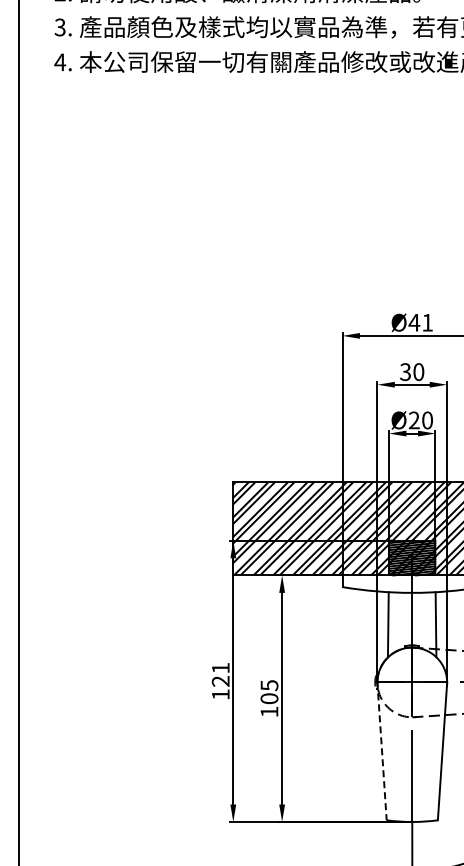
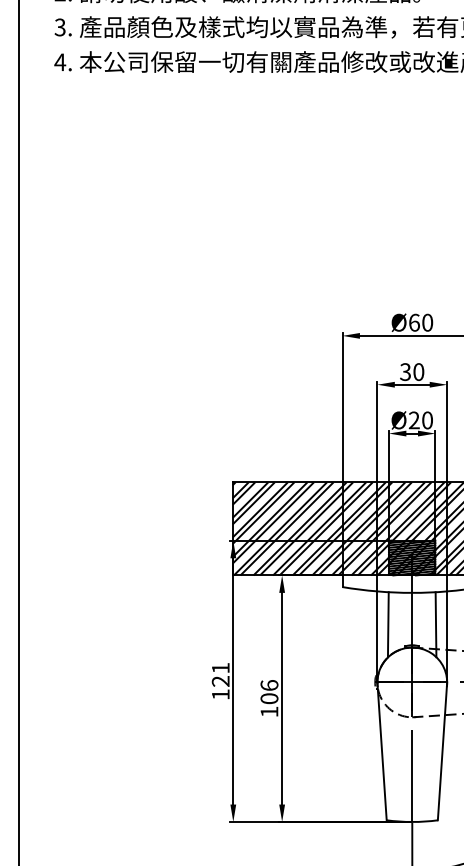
text at (420, 322): Ø41 -> Ø60
text at (269, 685): 105 -> 106
line at (382, 751): dashed -> solid
